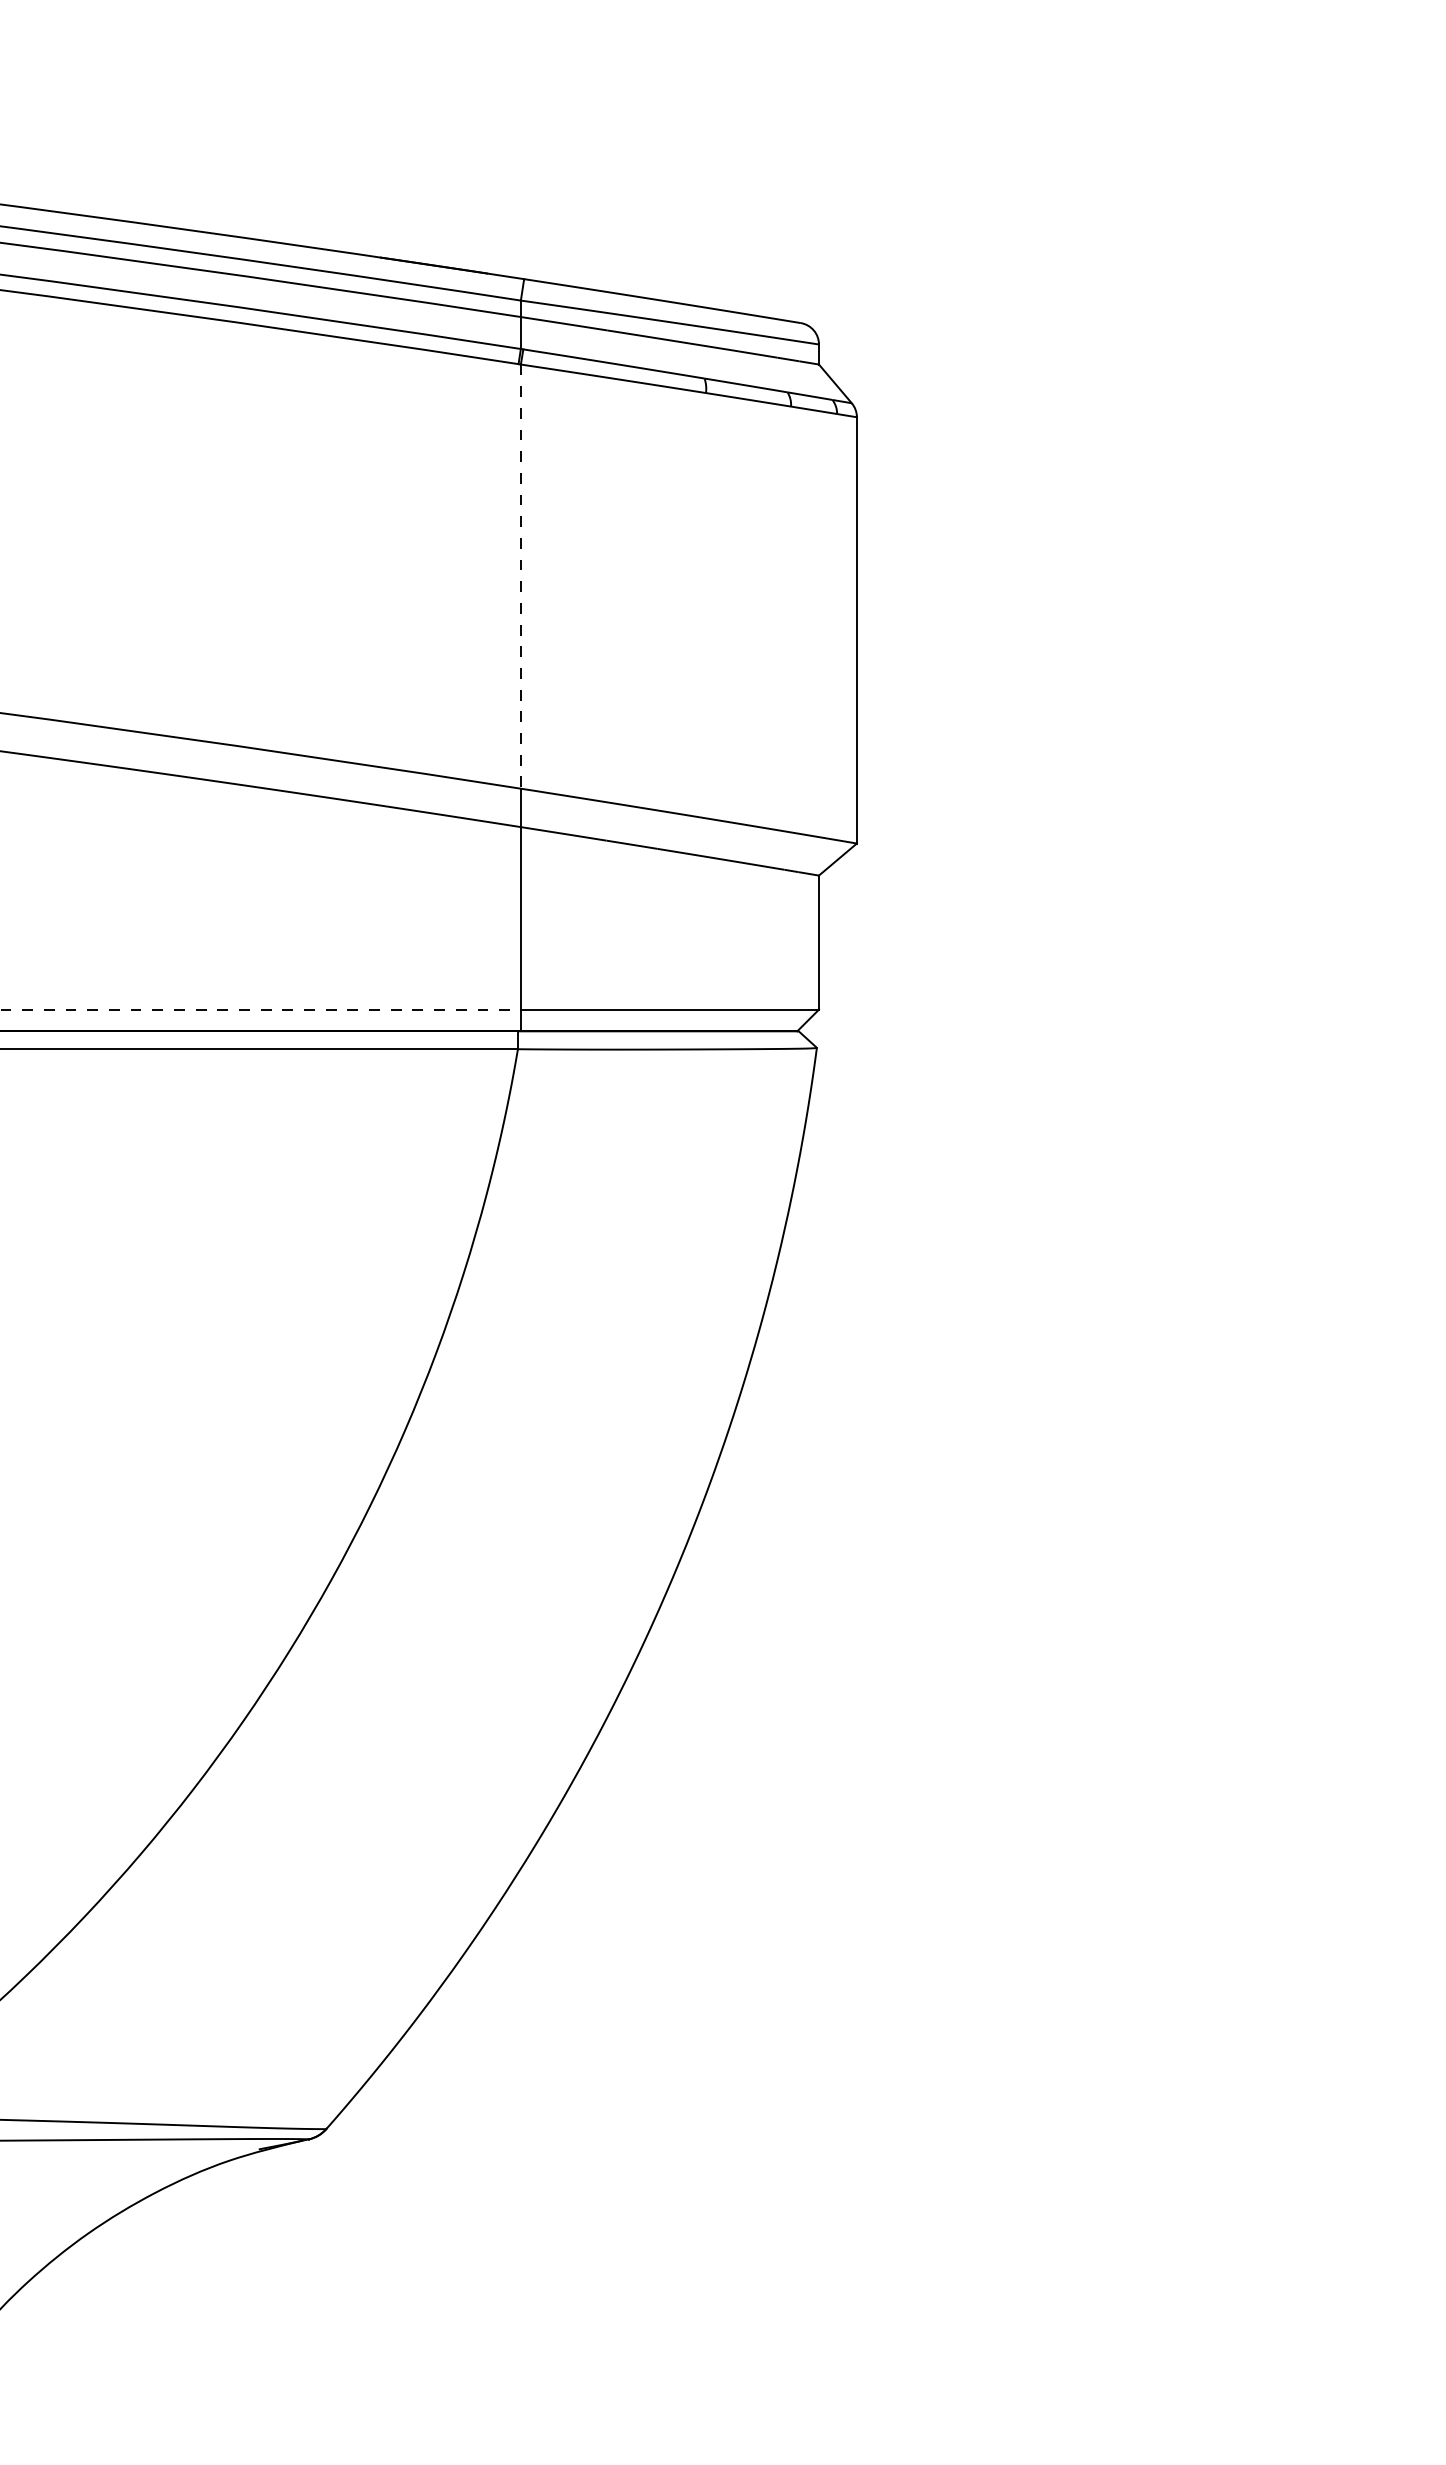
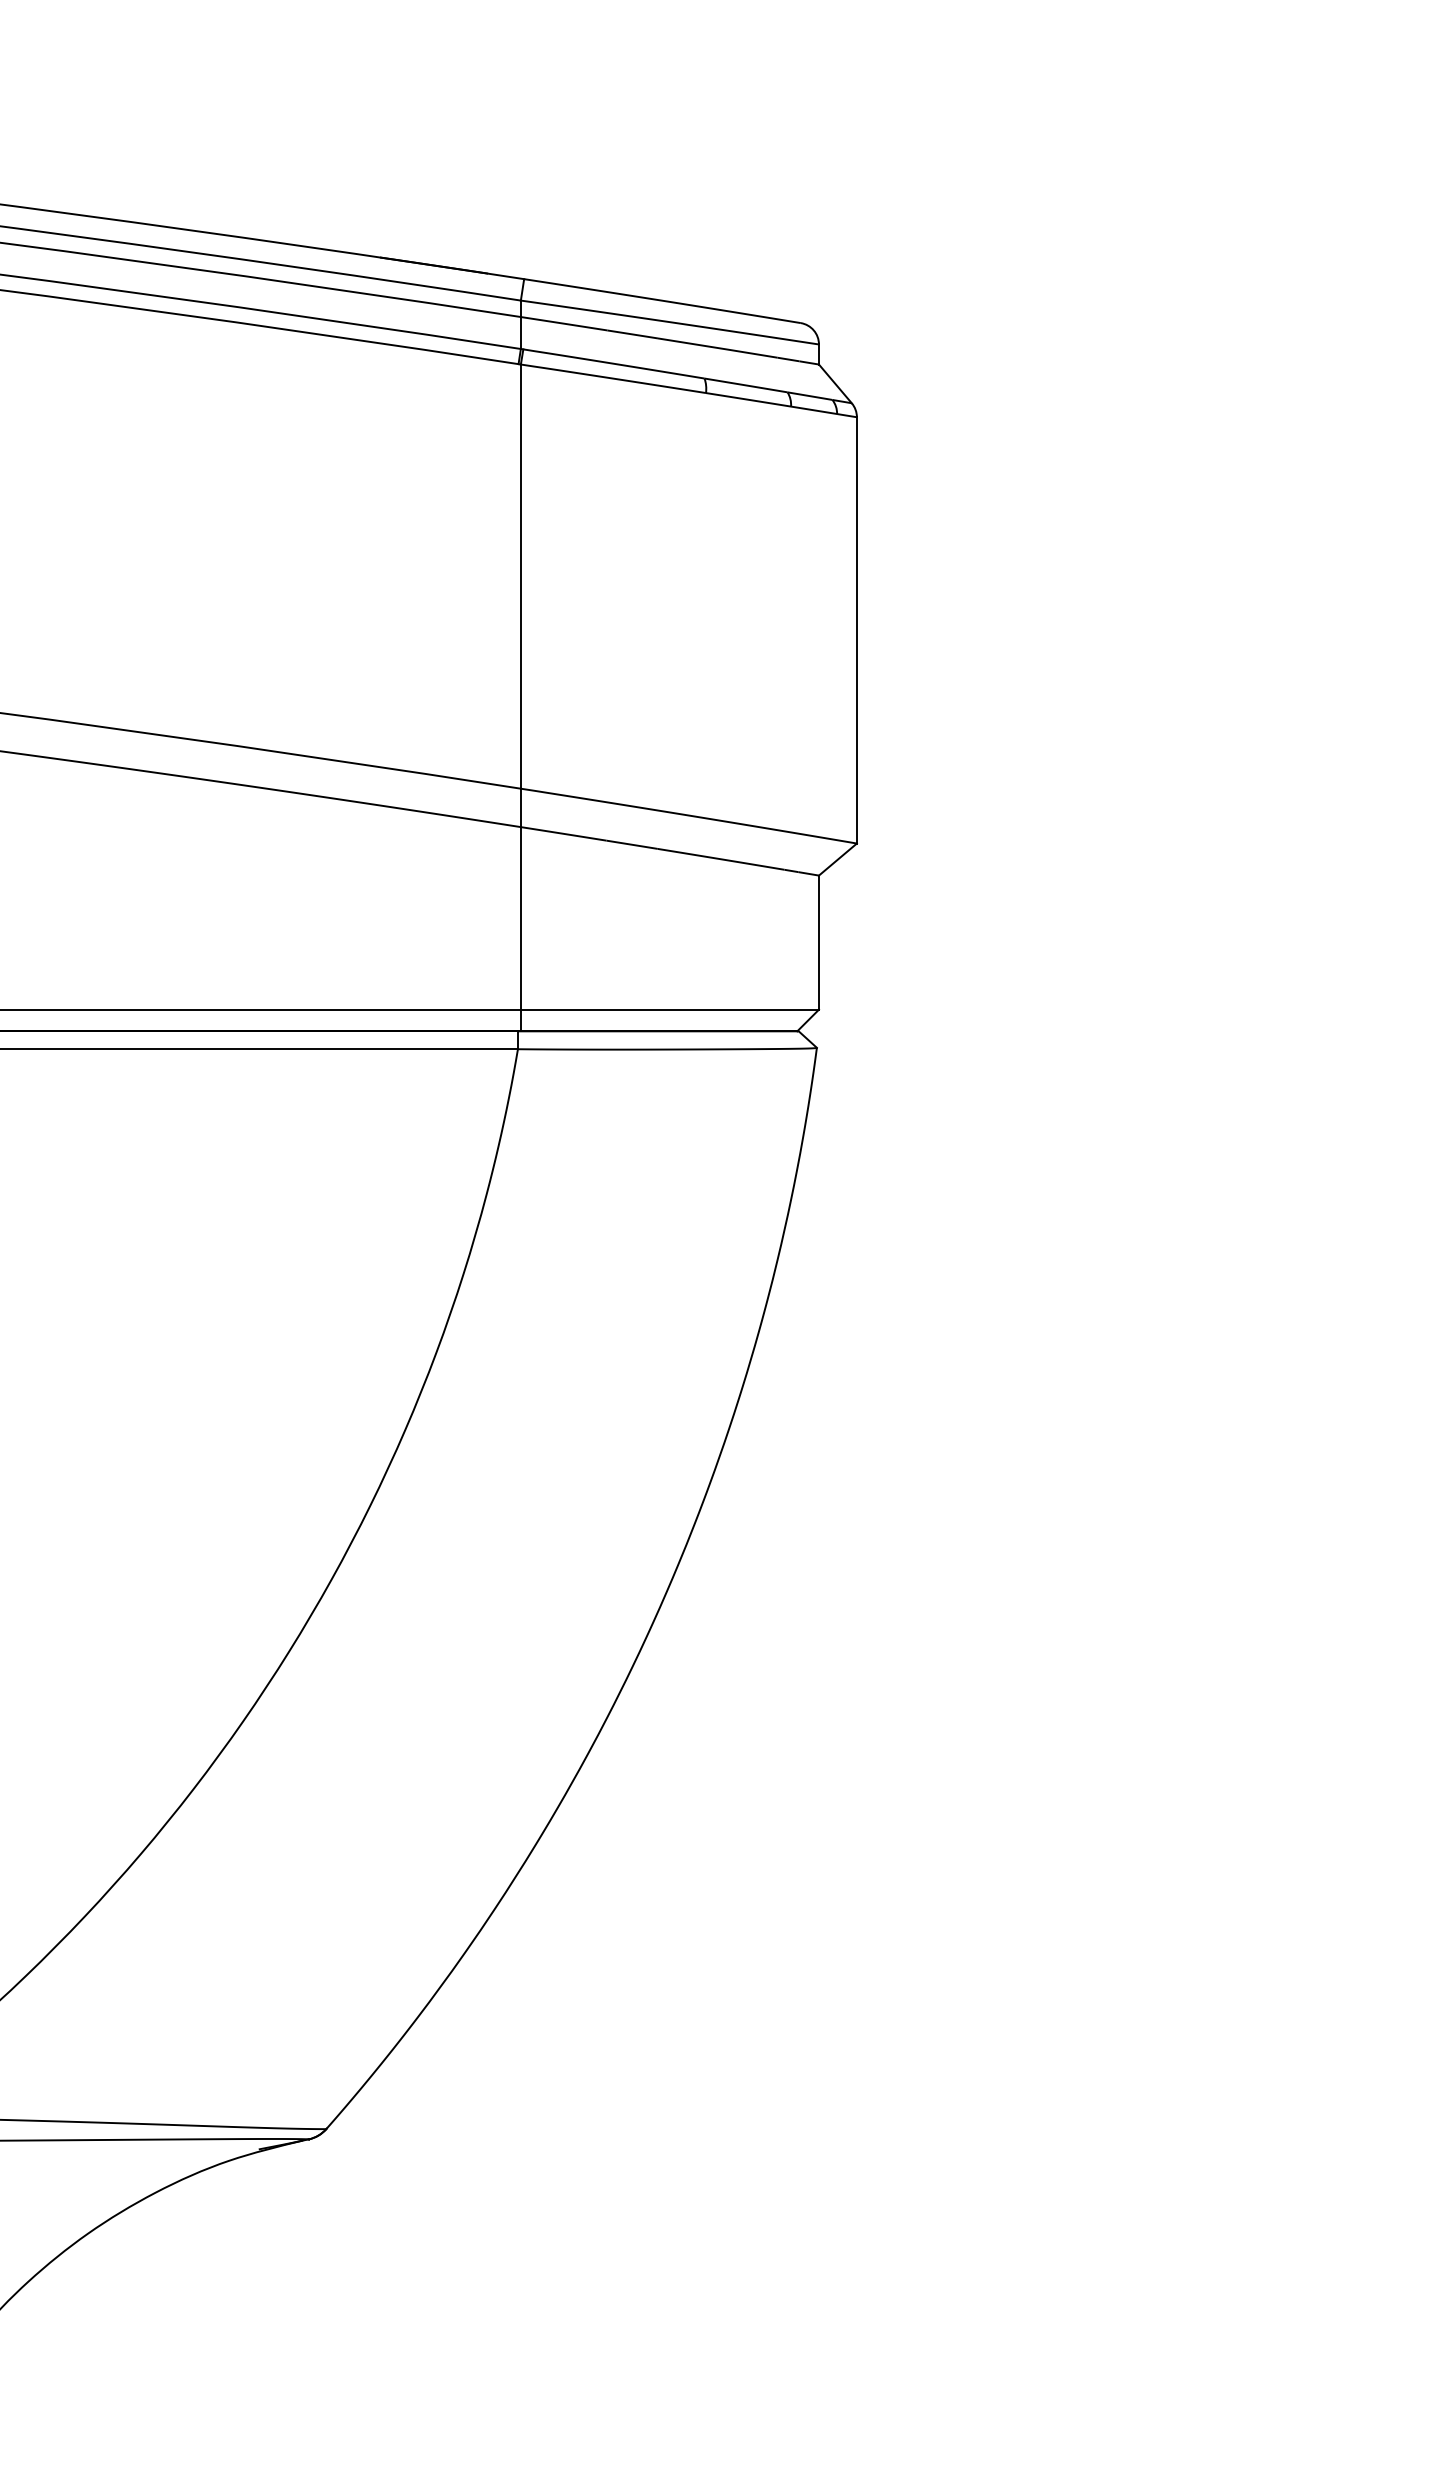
line at (520, 577): dashed -> solid
line at (261, 1009): dashed -> solid
